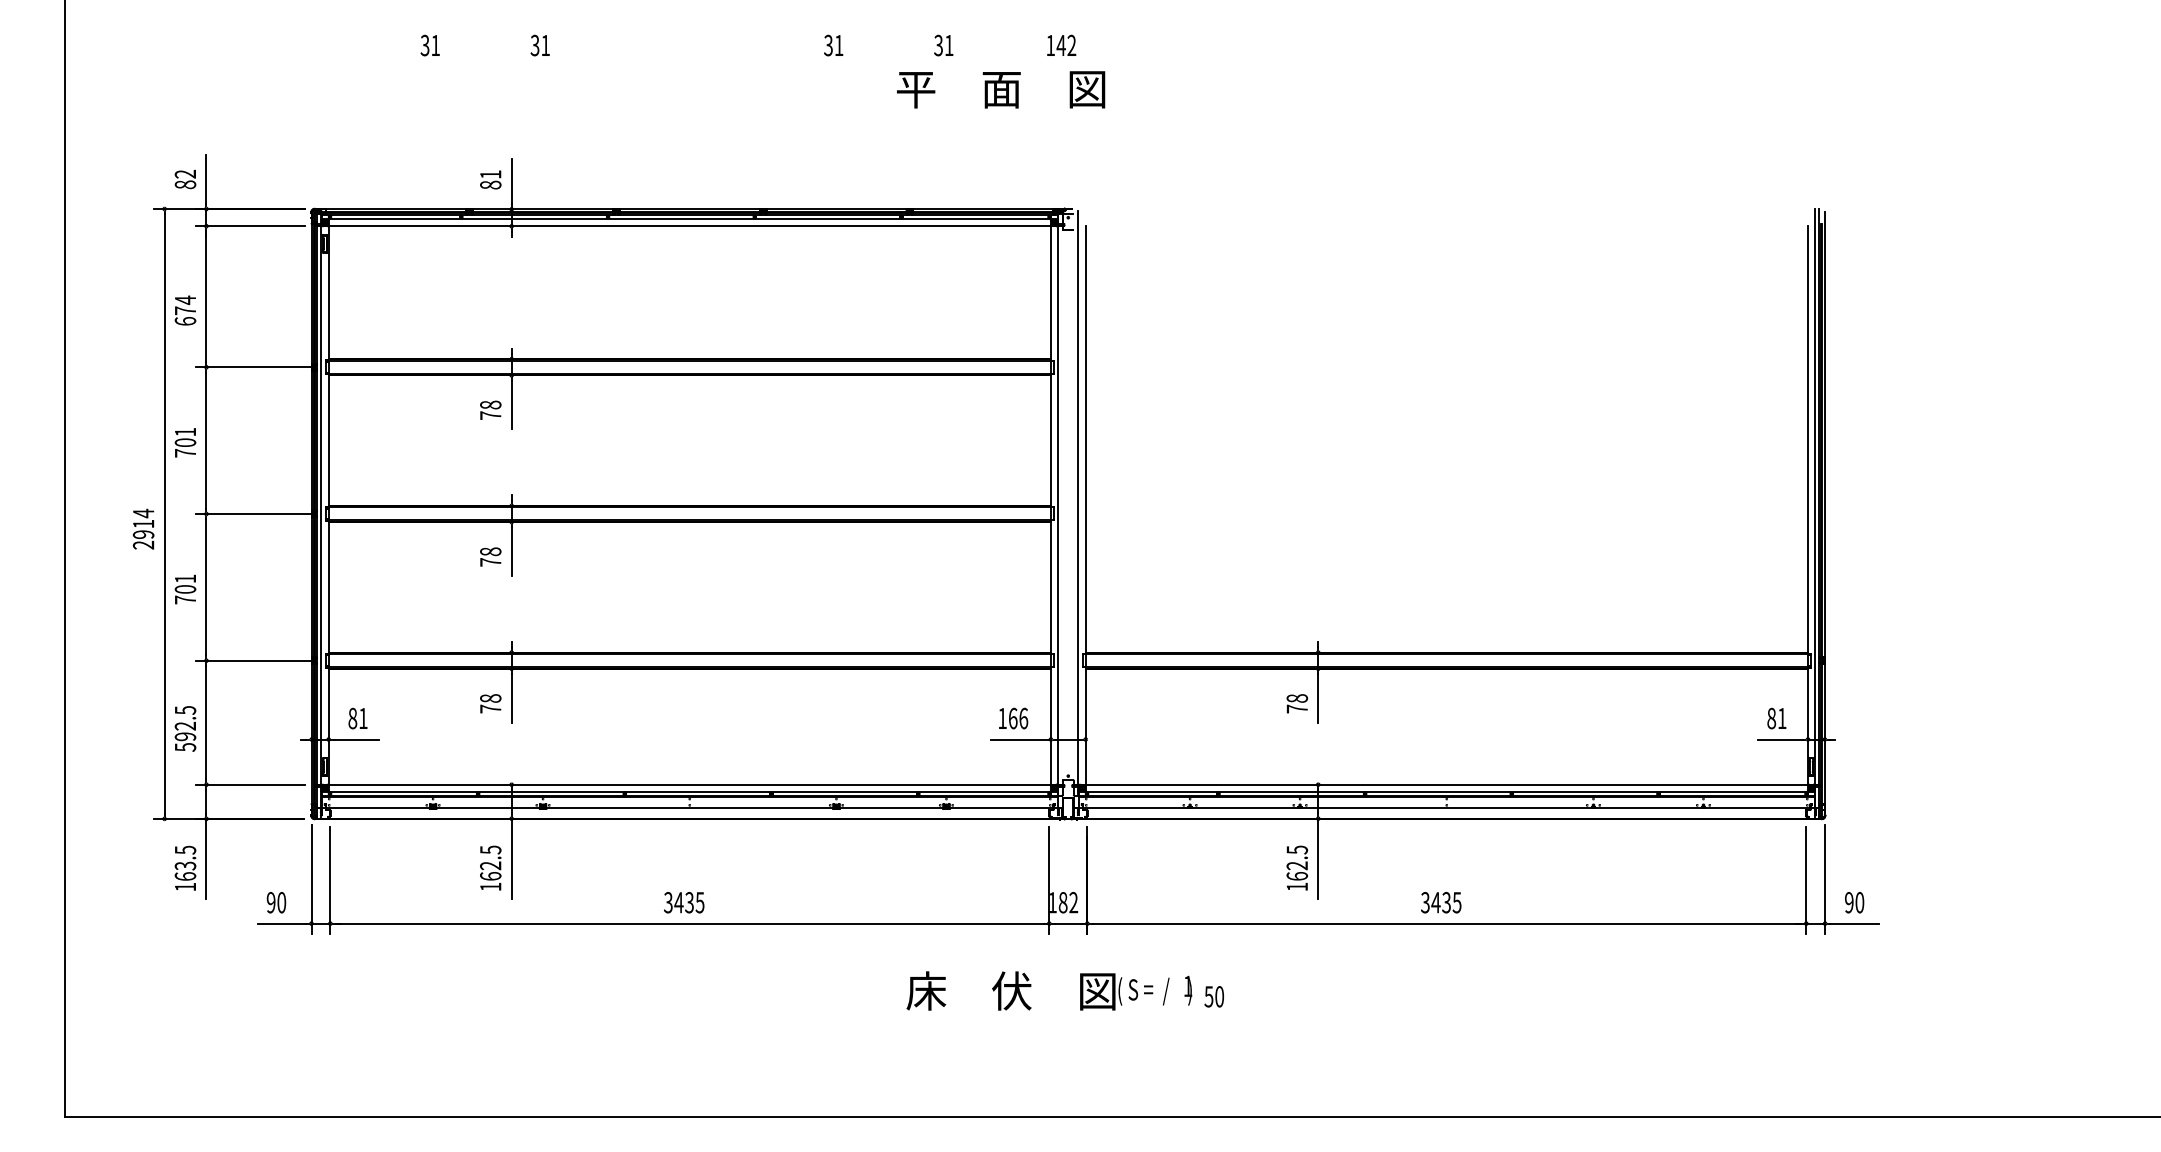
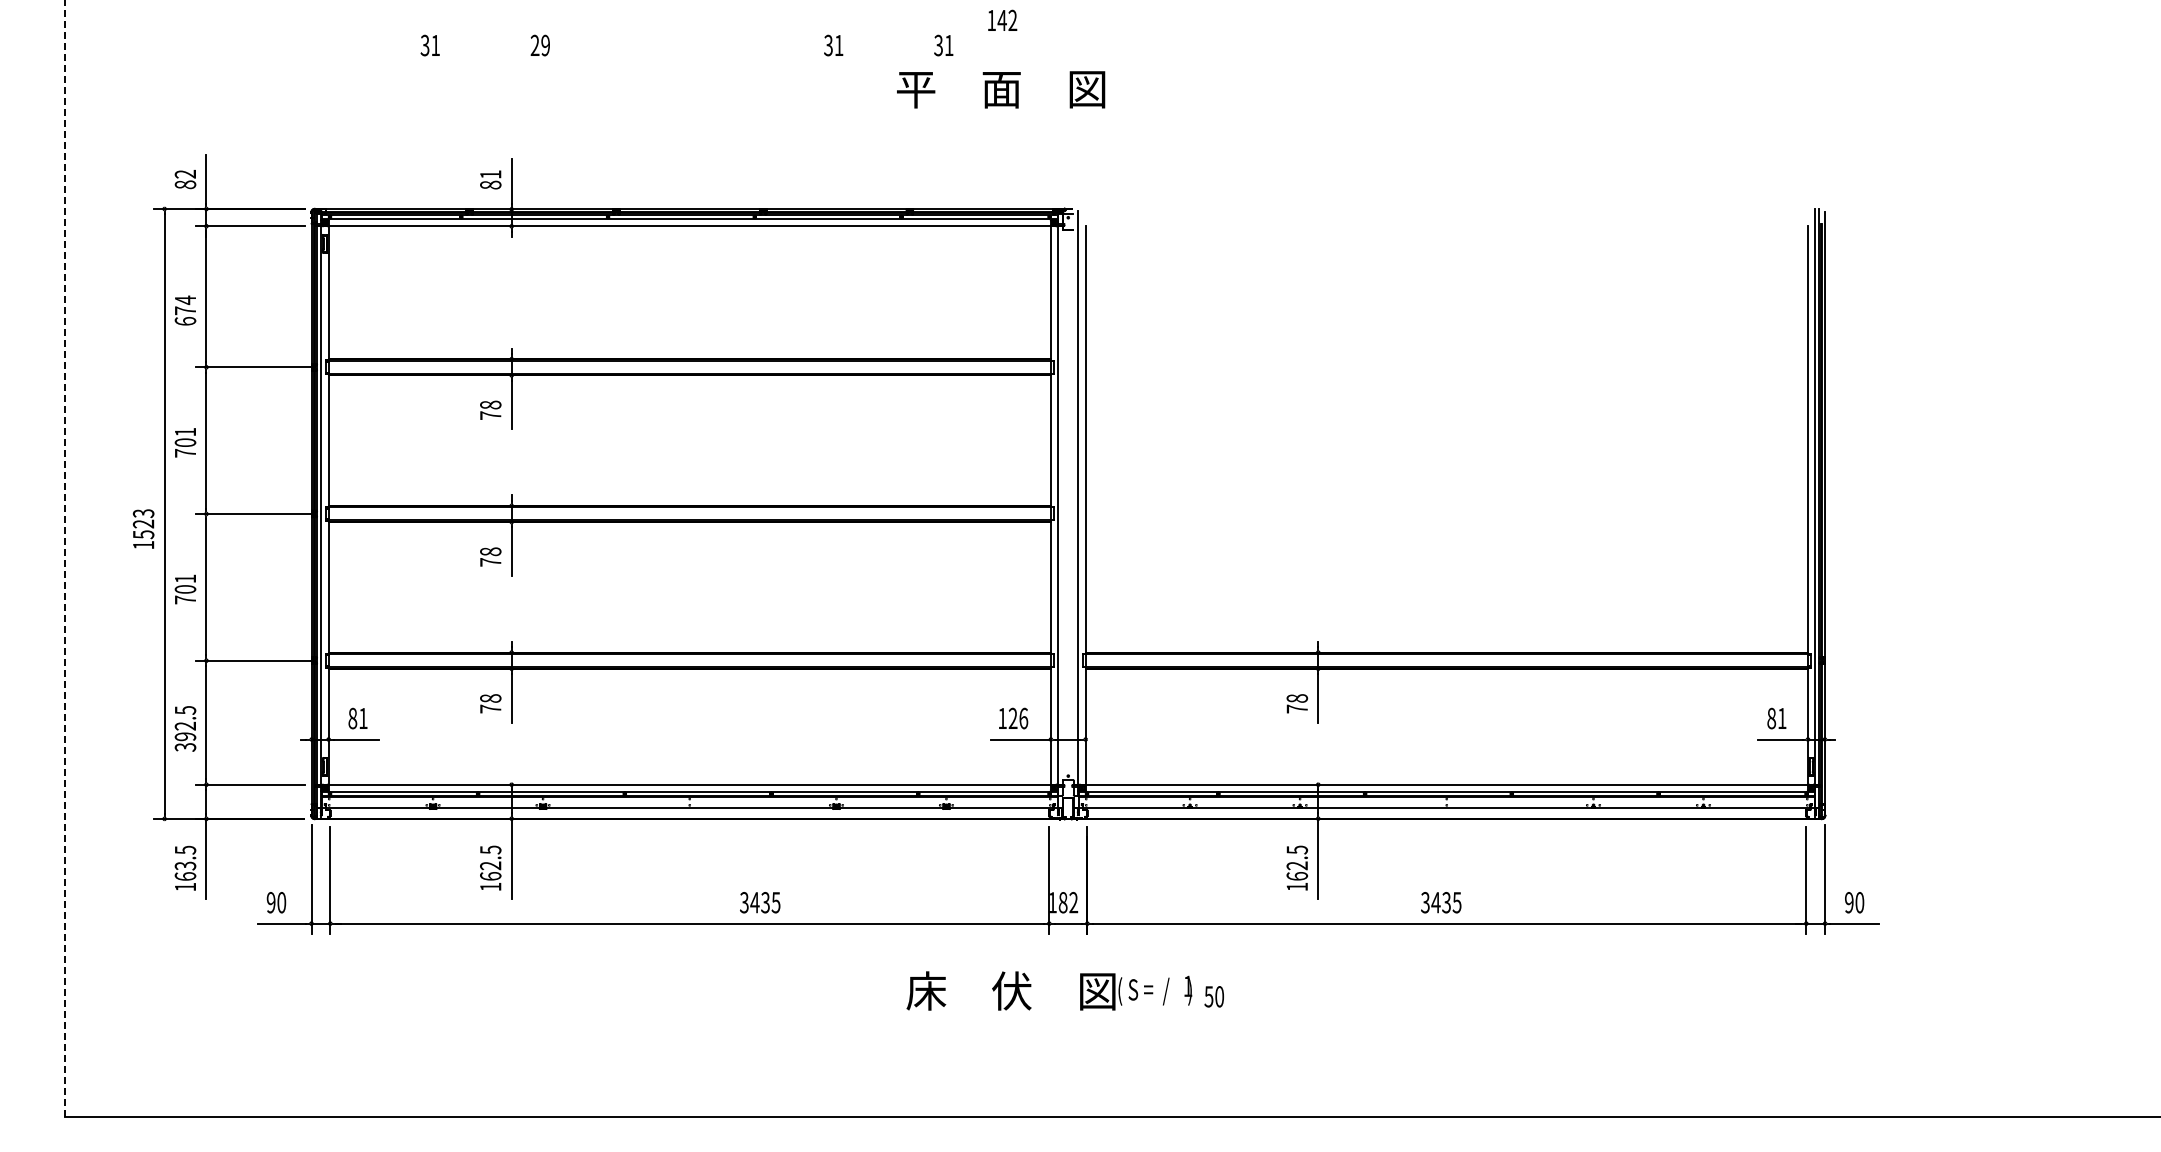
text at (1061, 44) position: (1061, 44) -> (1002, 19)
text at (539, 45): 31 -> 29
text at (143, 528): 2914 -> 1523
line at (64, 558): solid -> dashed
text at (1012, 718): 166 -> 126
text at (184, 747): 592.5 -> 392.5
text at (684, 902) position: (684, 902) -> (760, 902)
